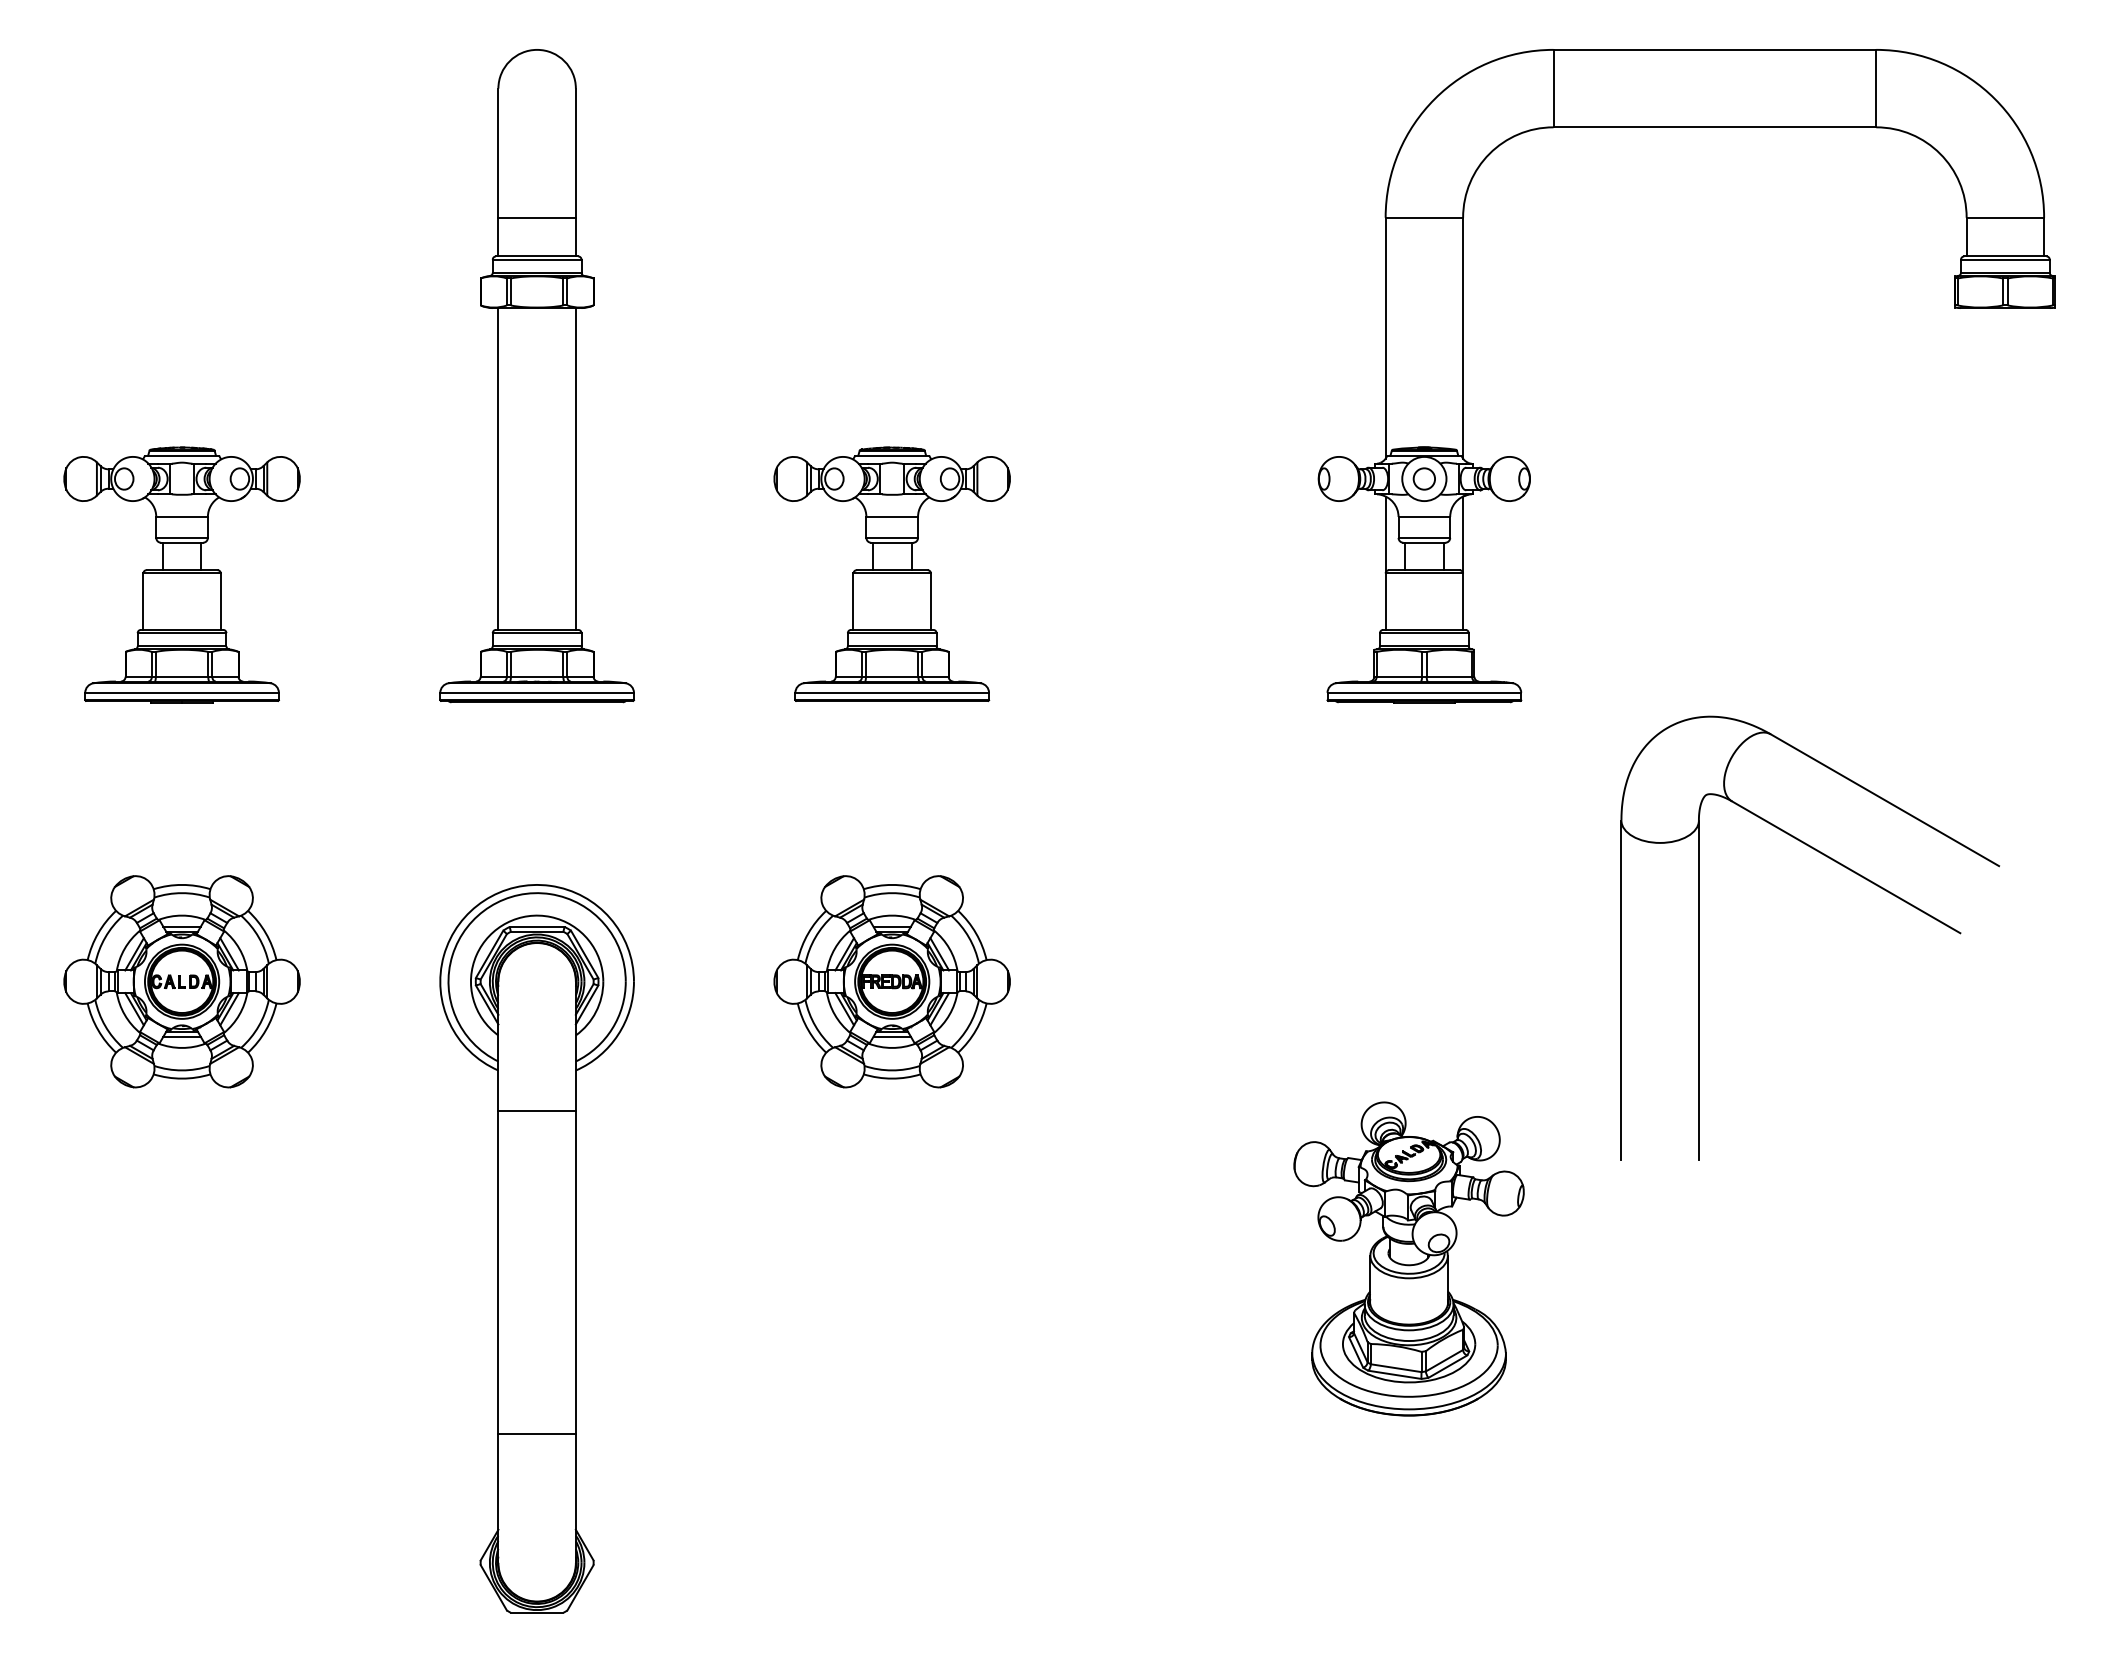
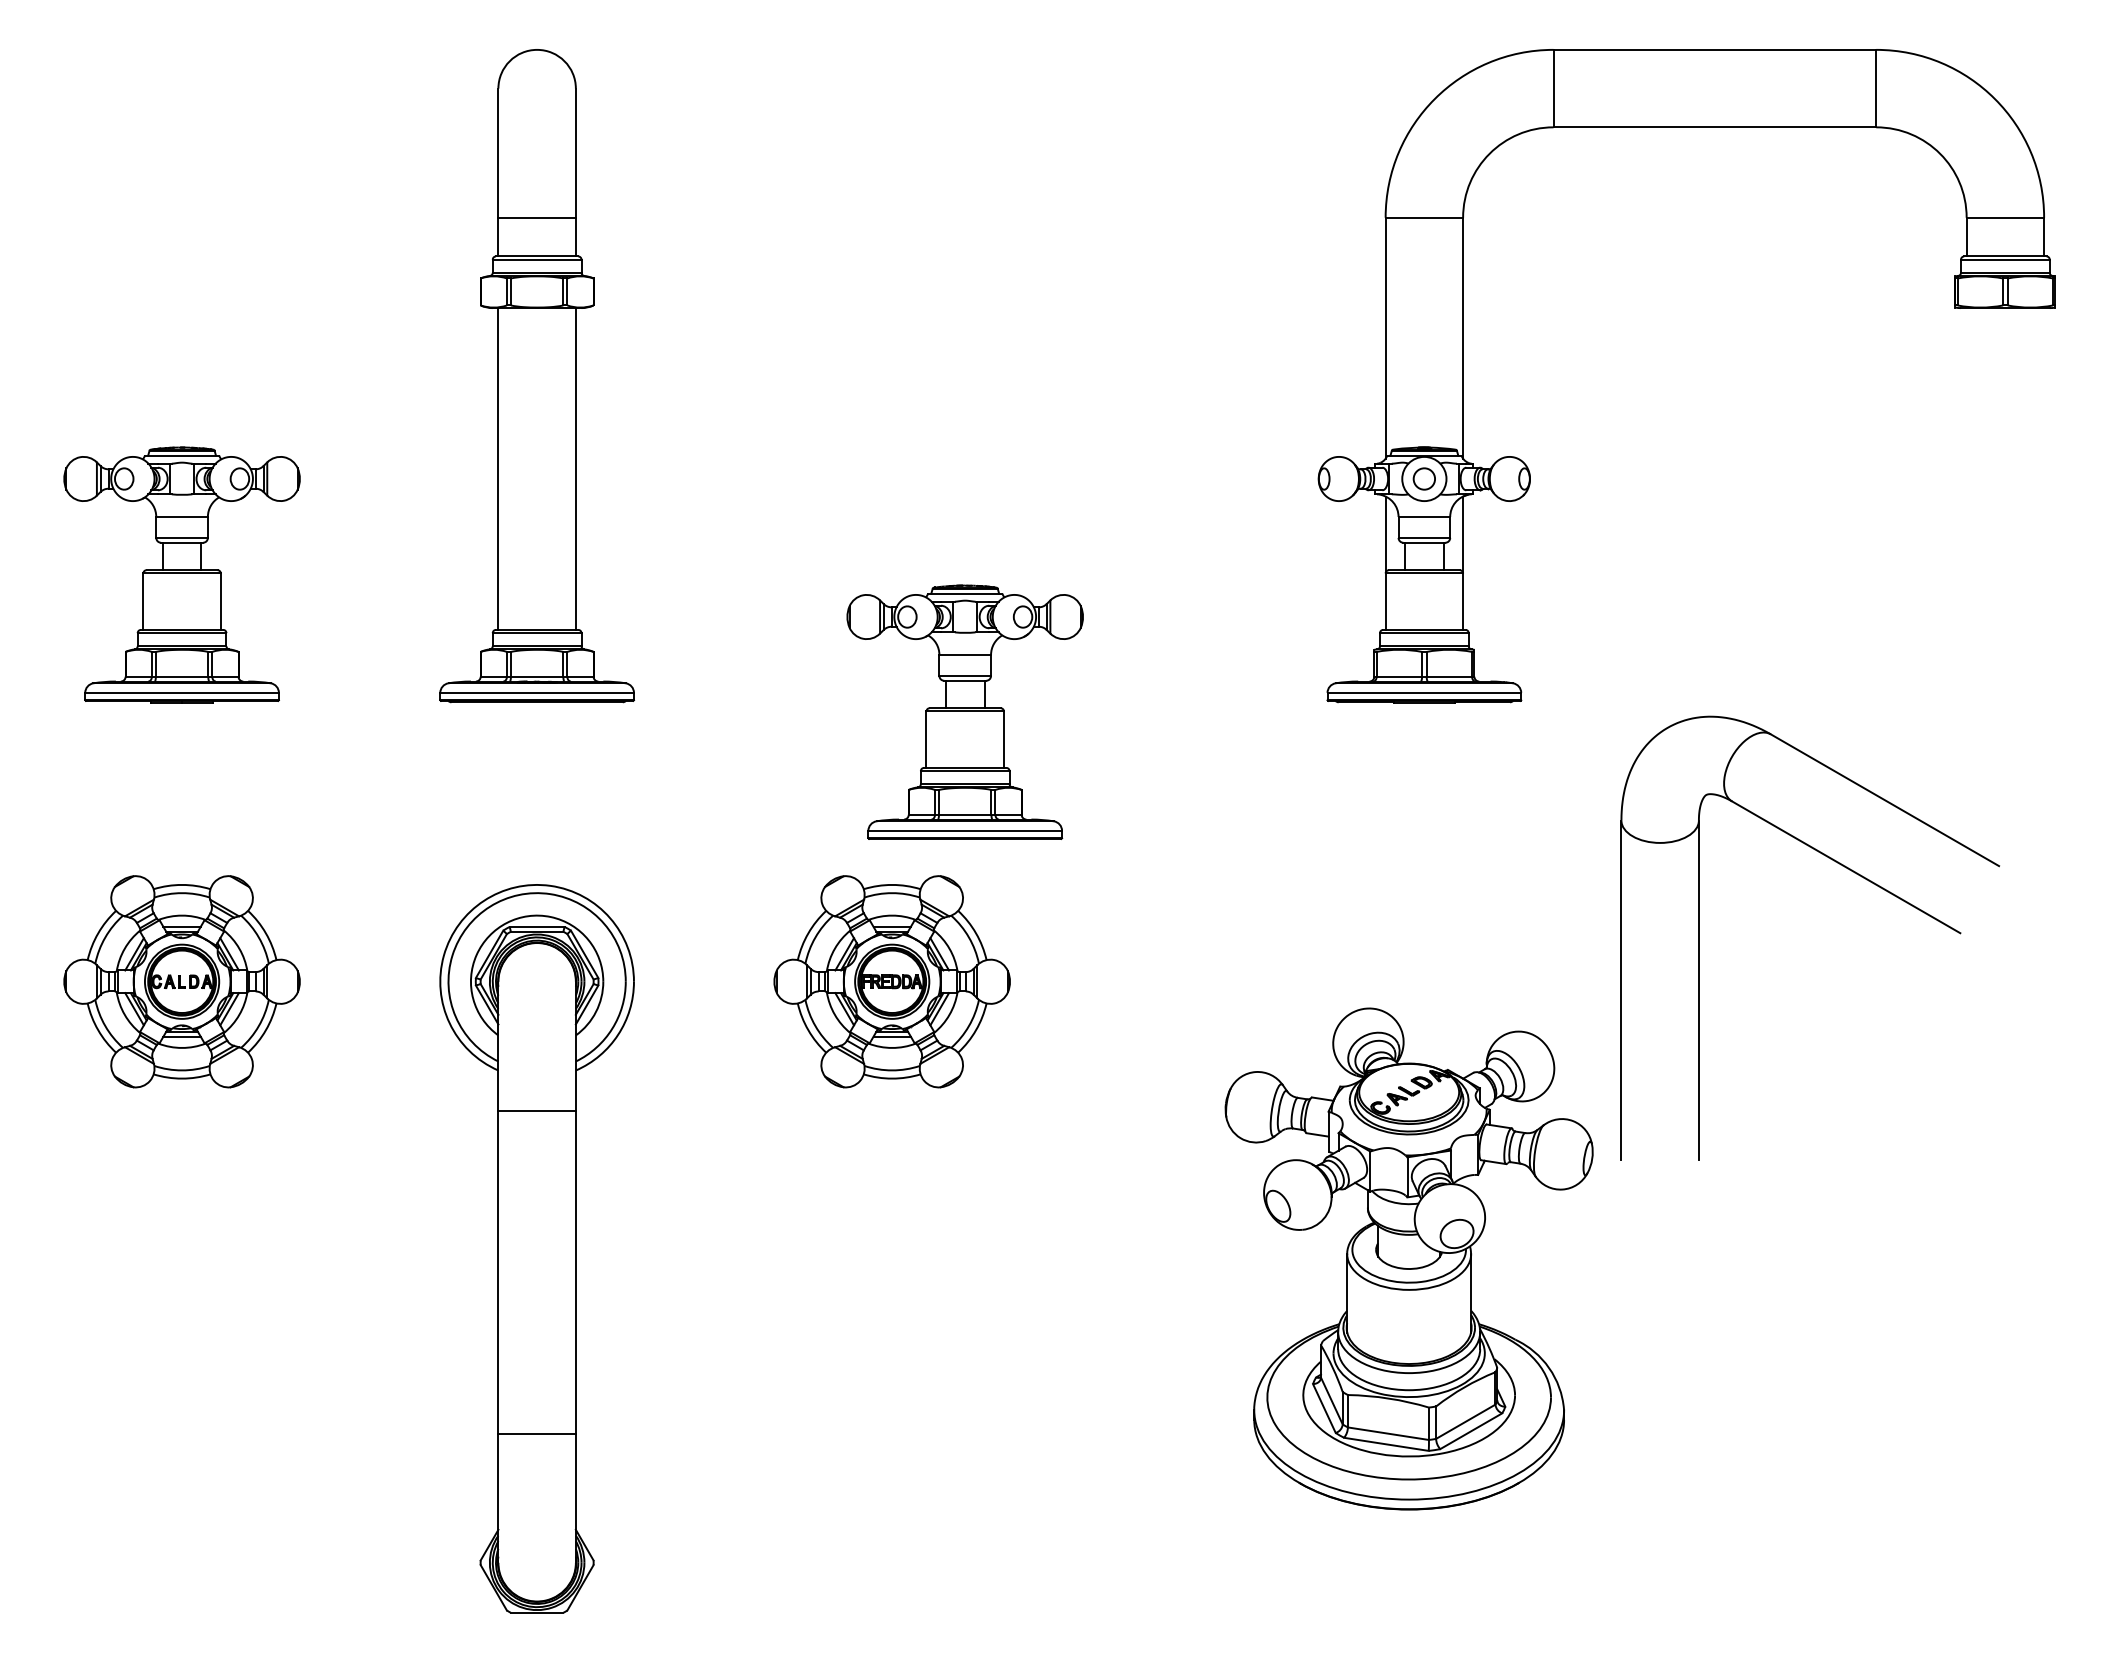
part at (891, 573) position: (891, 573) -> (964, 711)
part at (1408, 1258) size: 232x316 px -> 370x504 px
